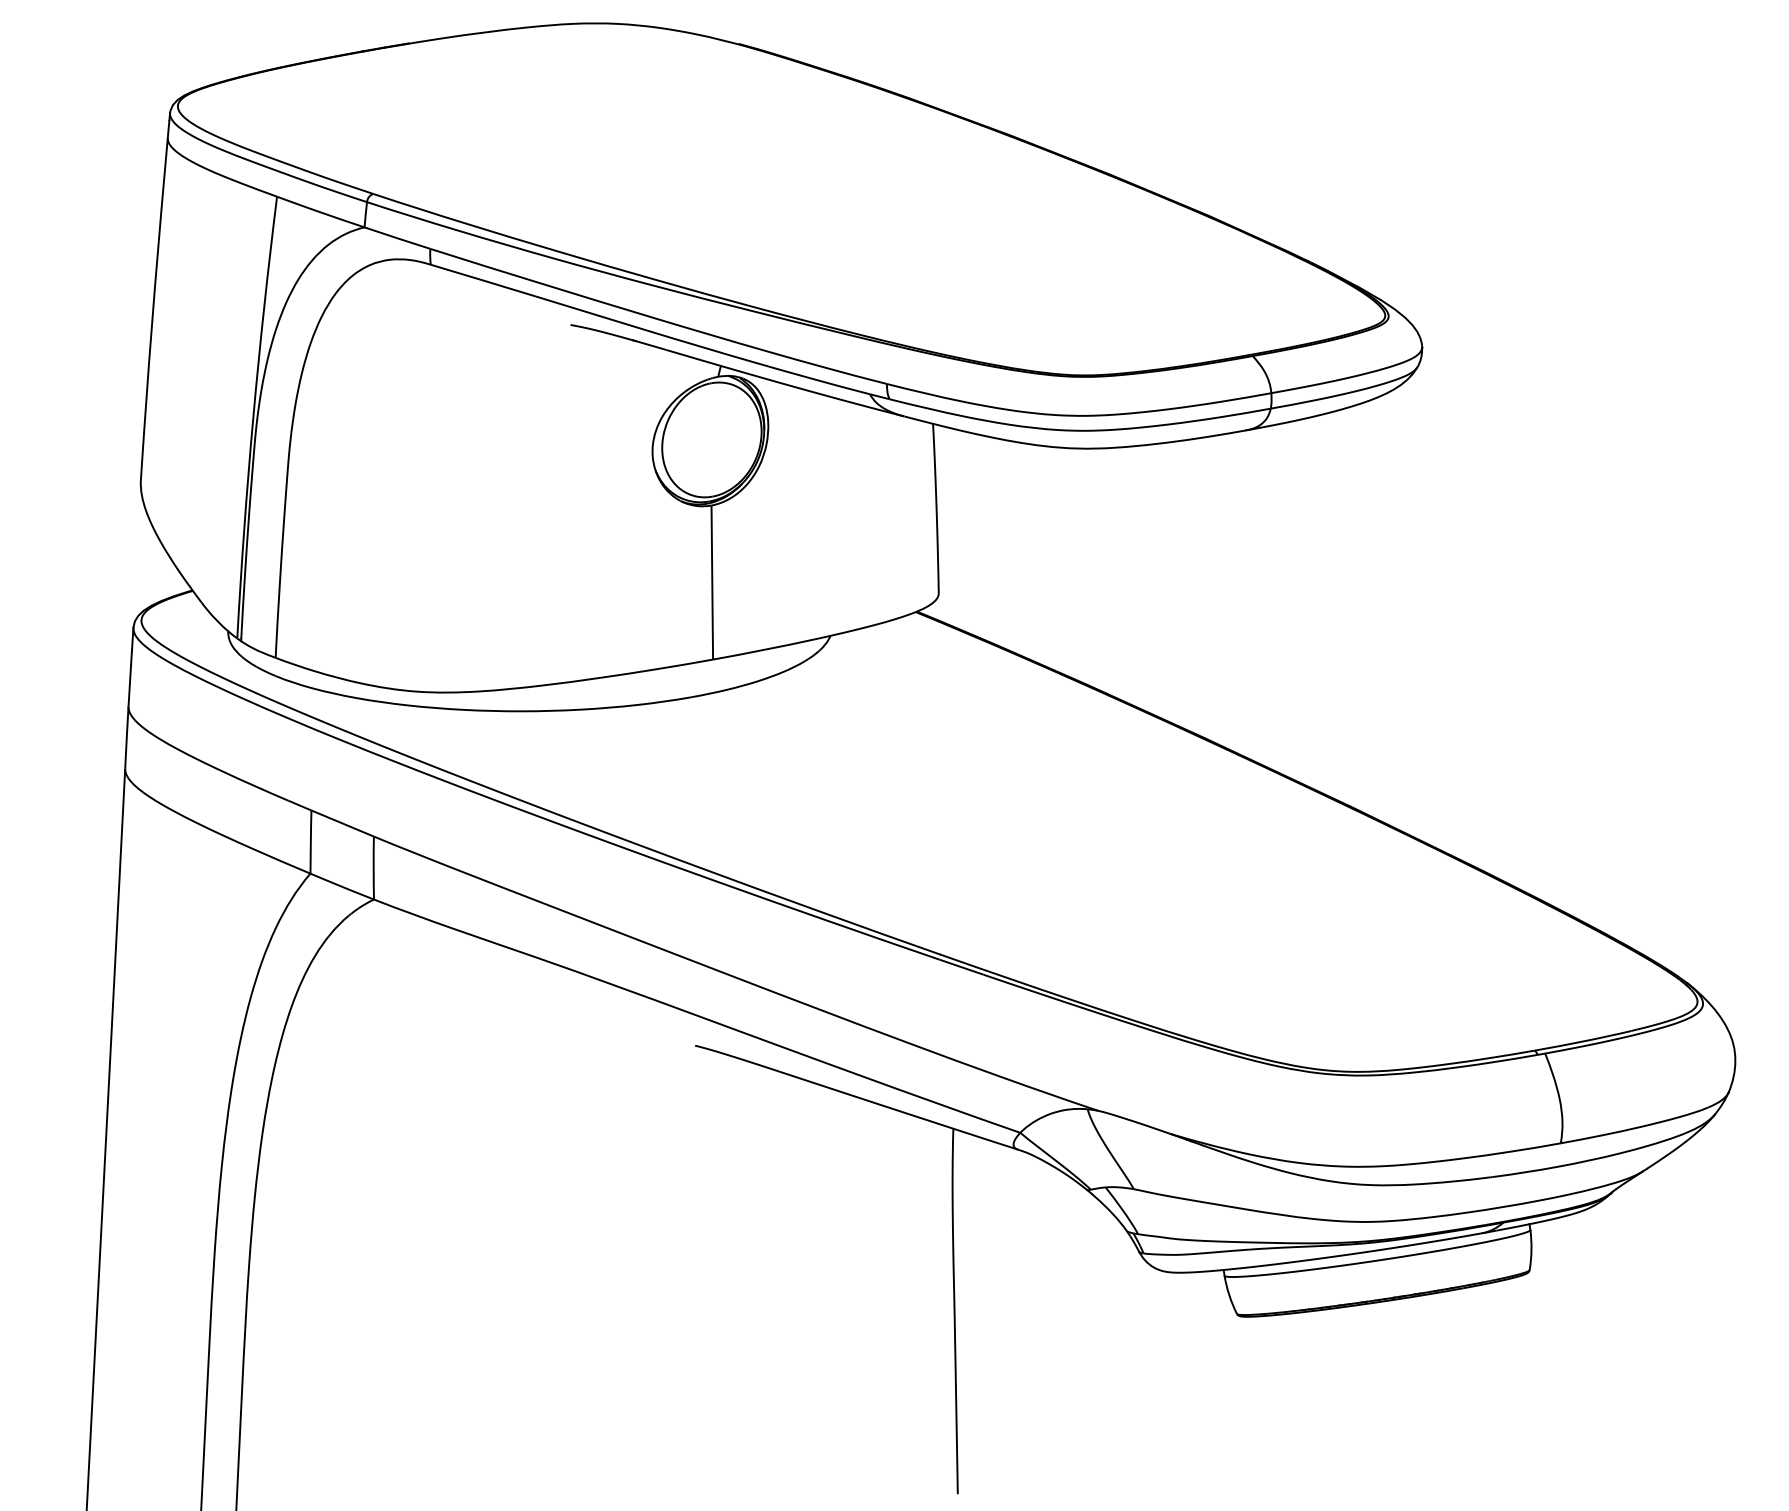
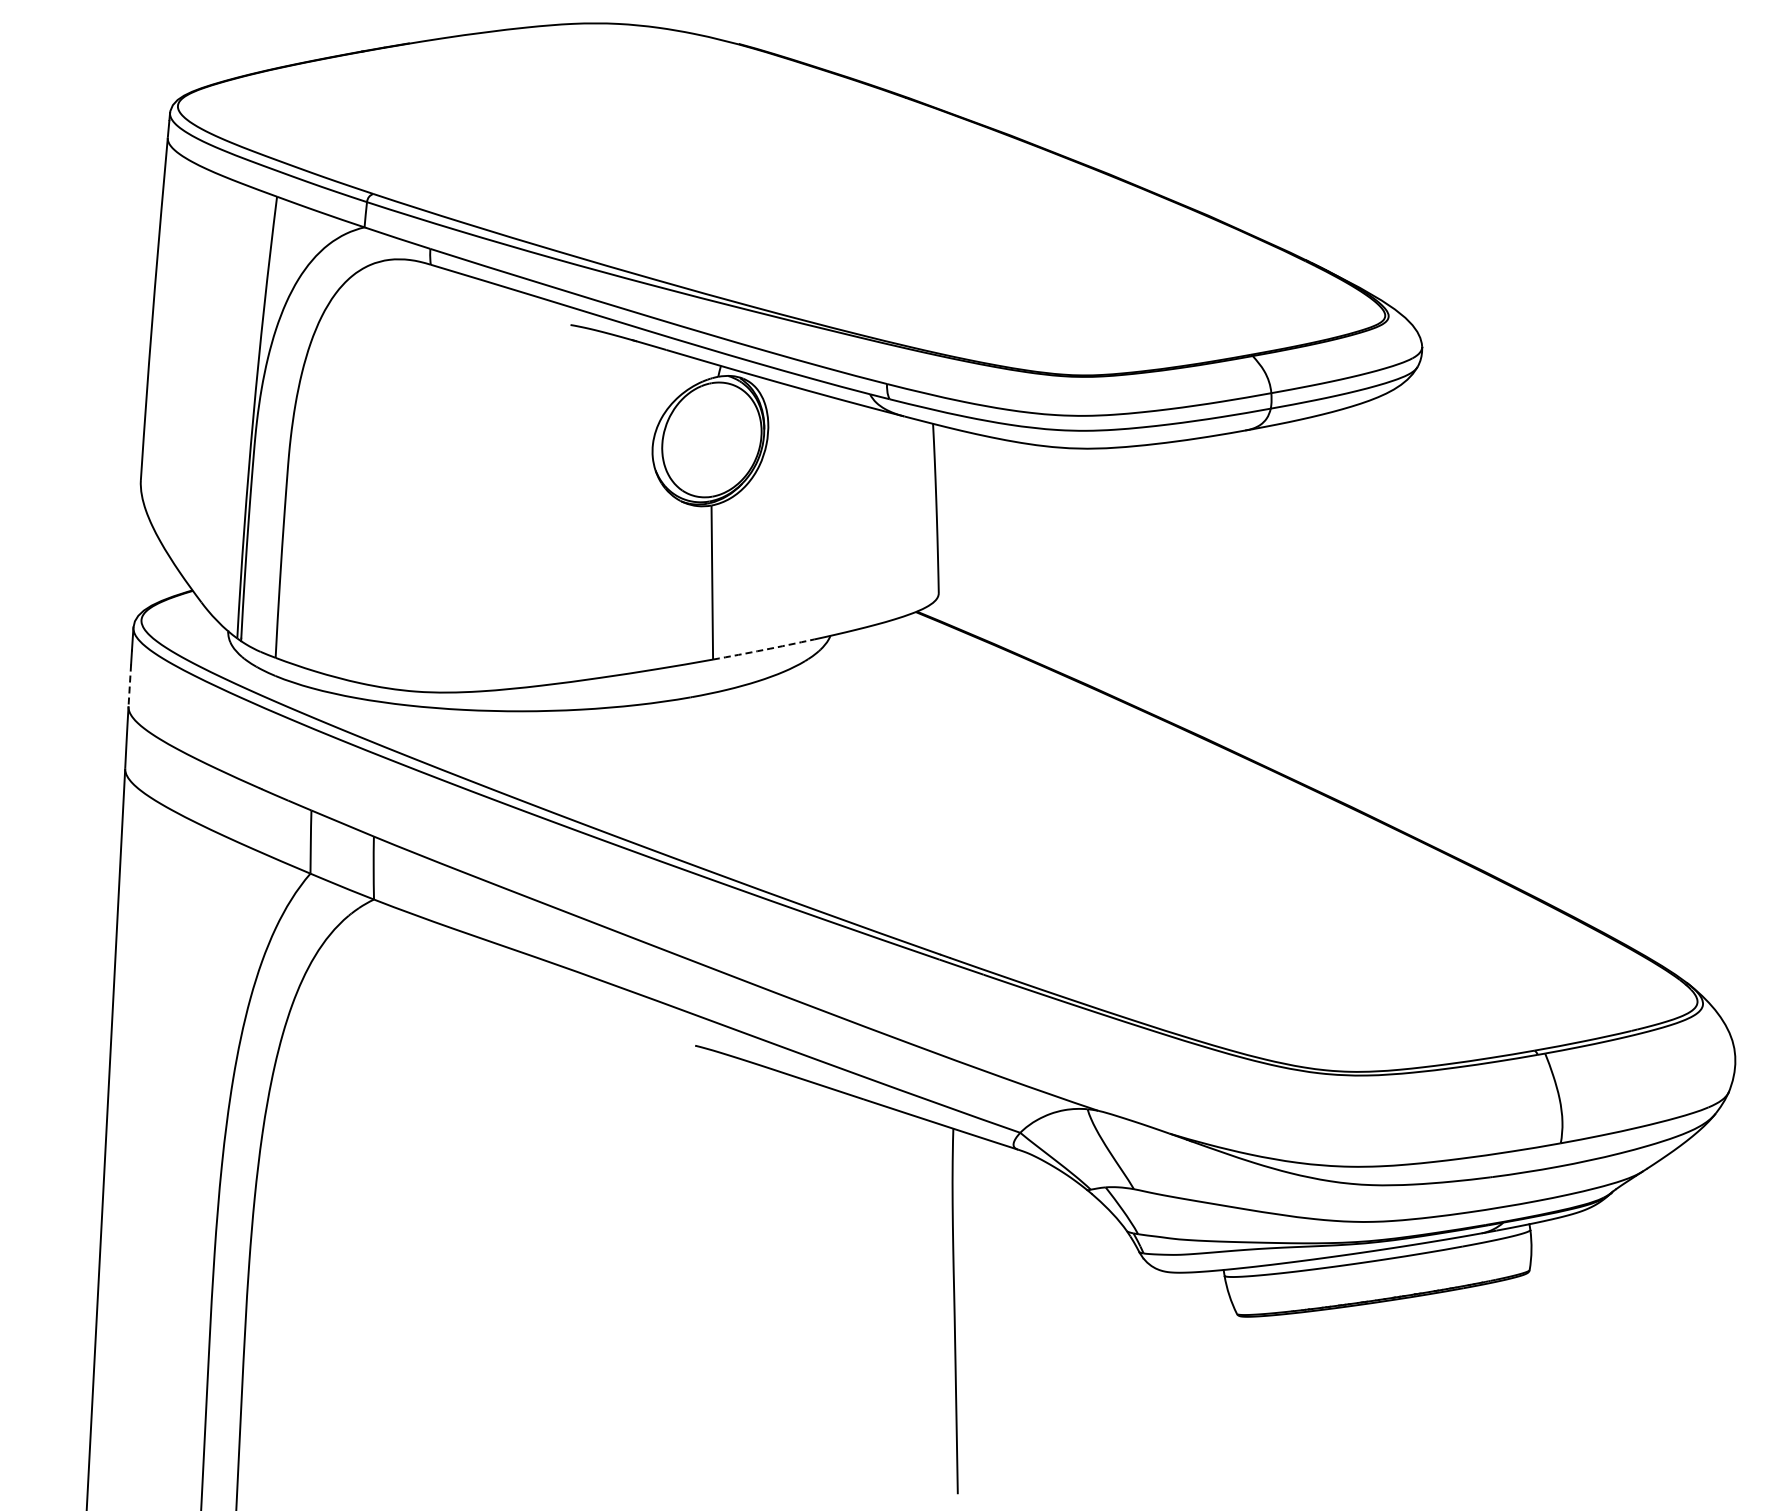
arc at (763, 650): solid -> dashed
line at (129, 685): solid -> dashed
